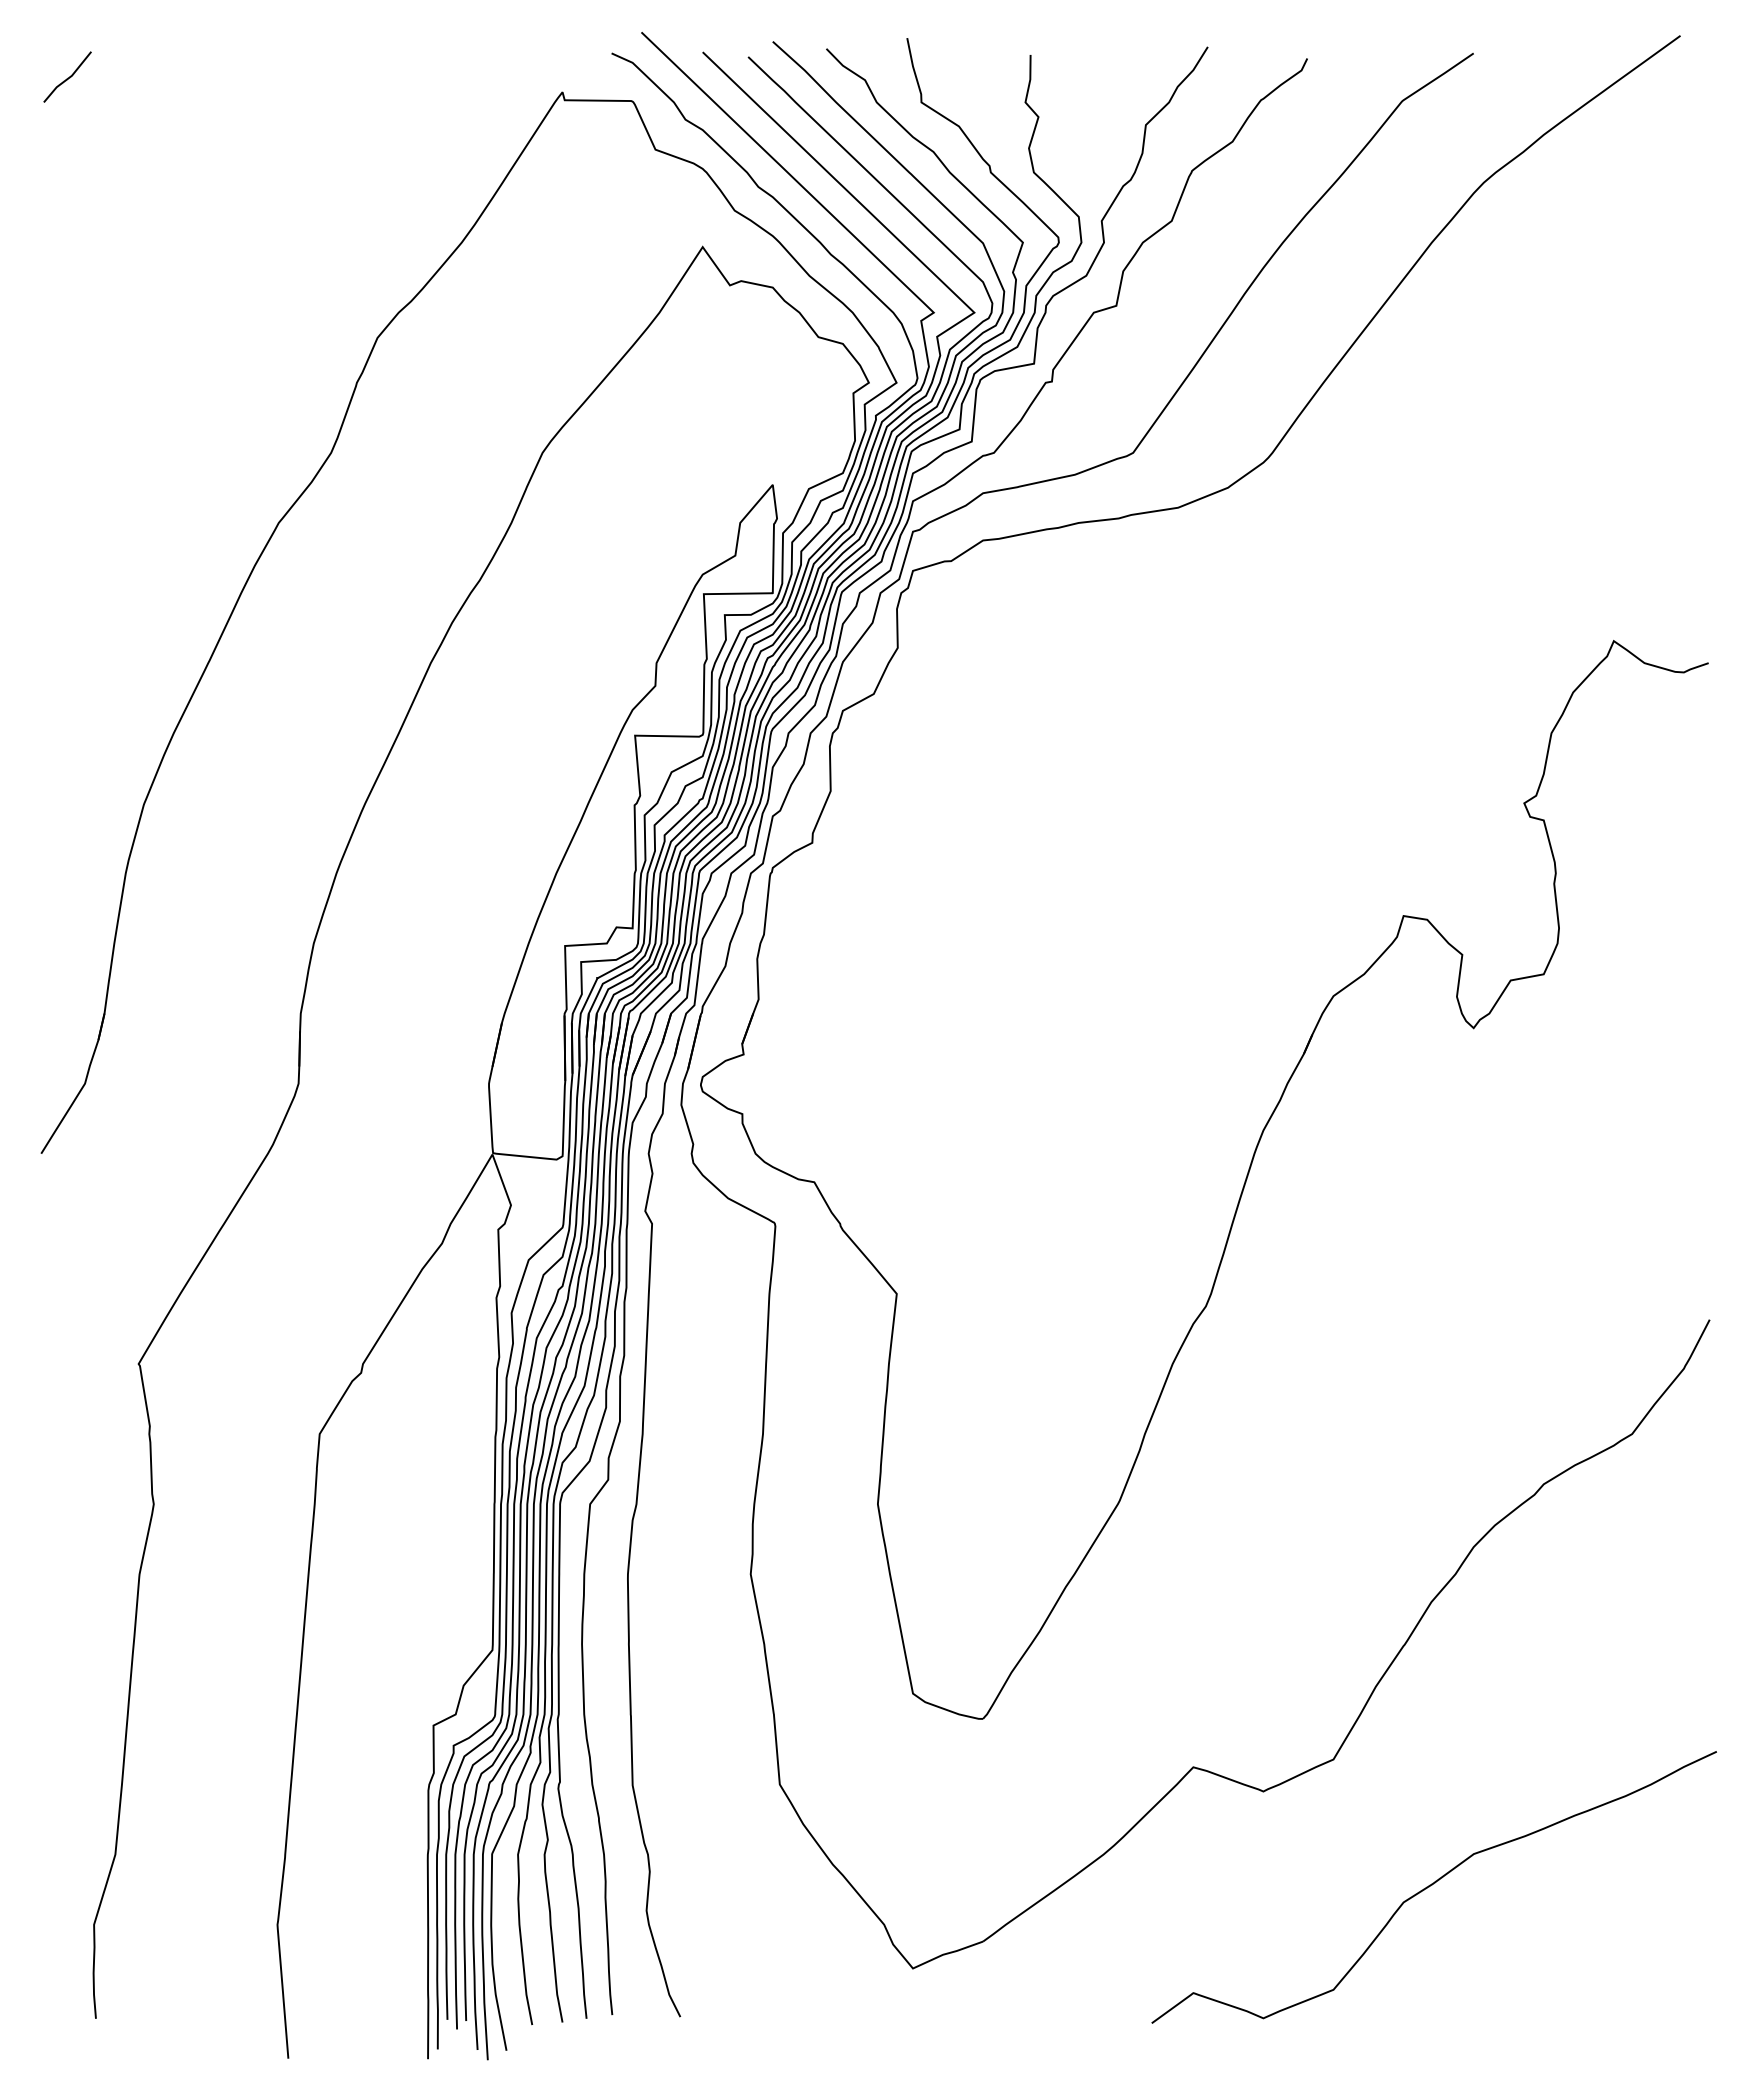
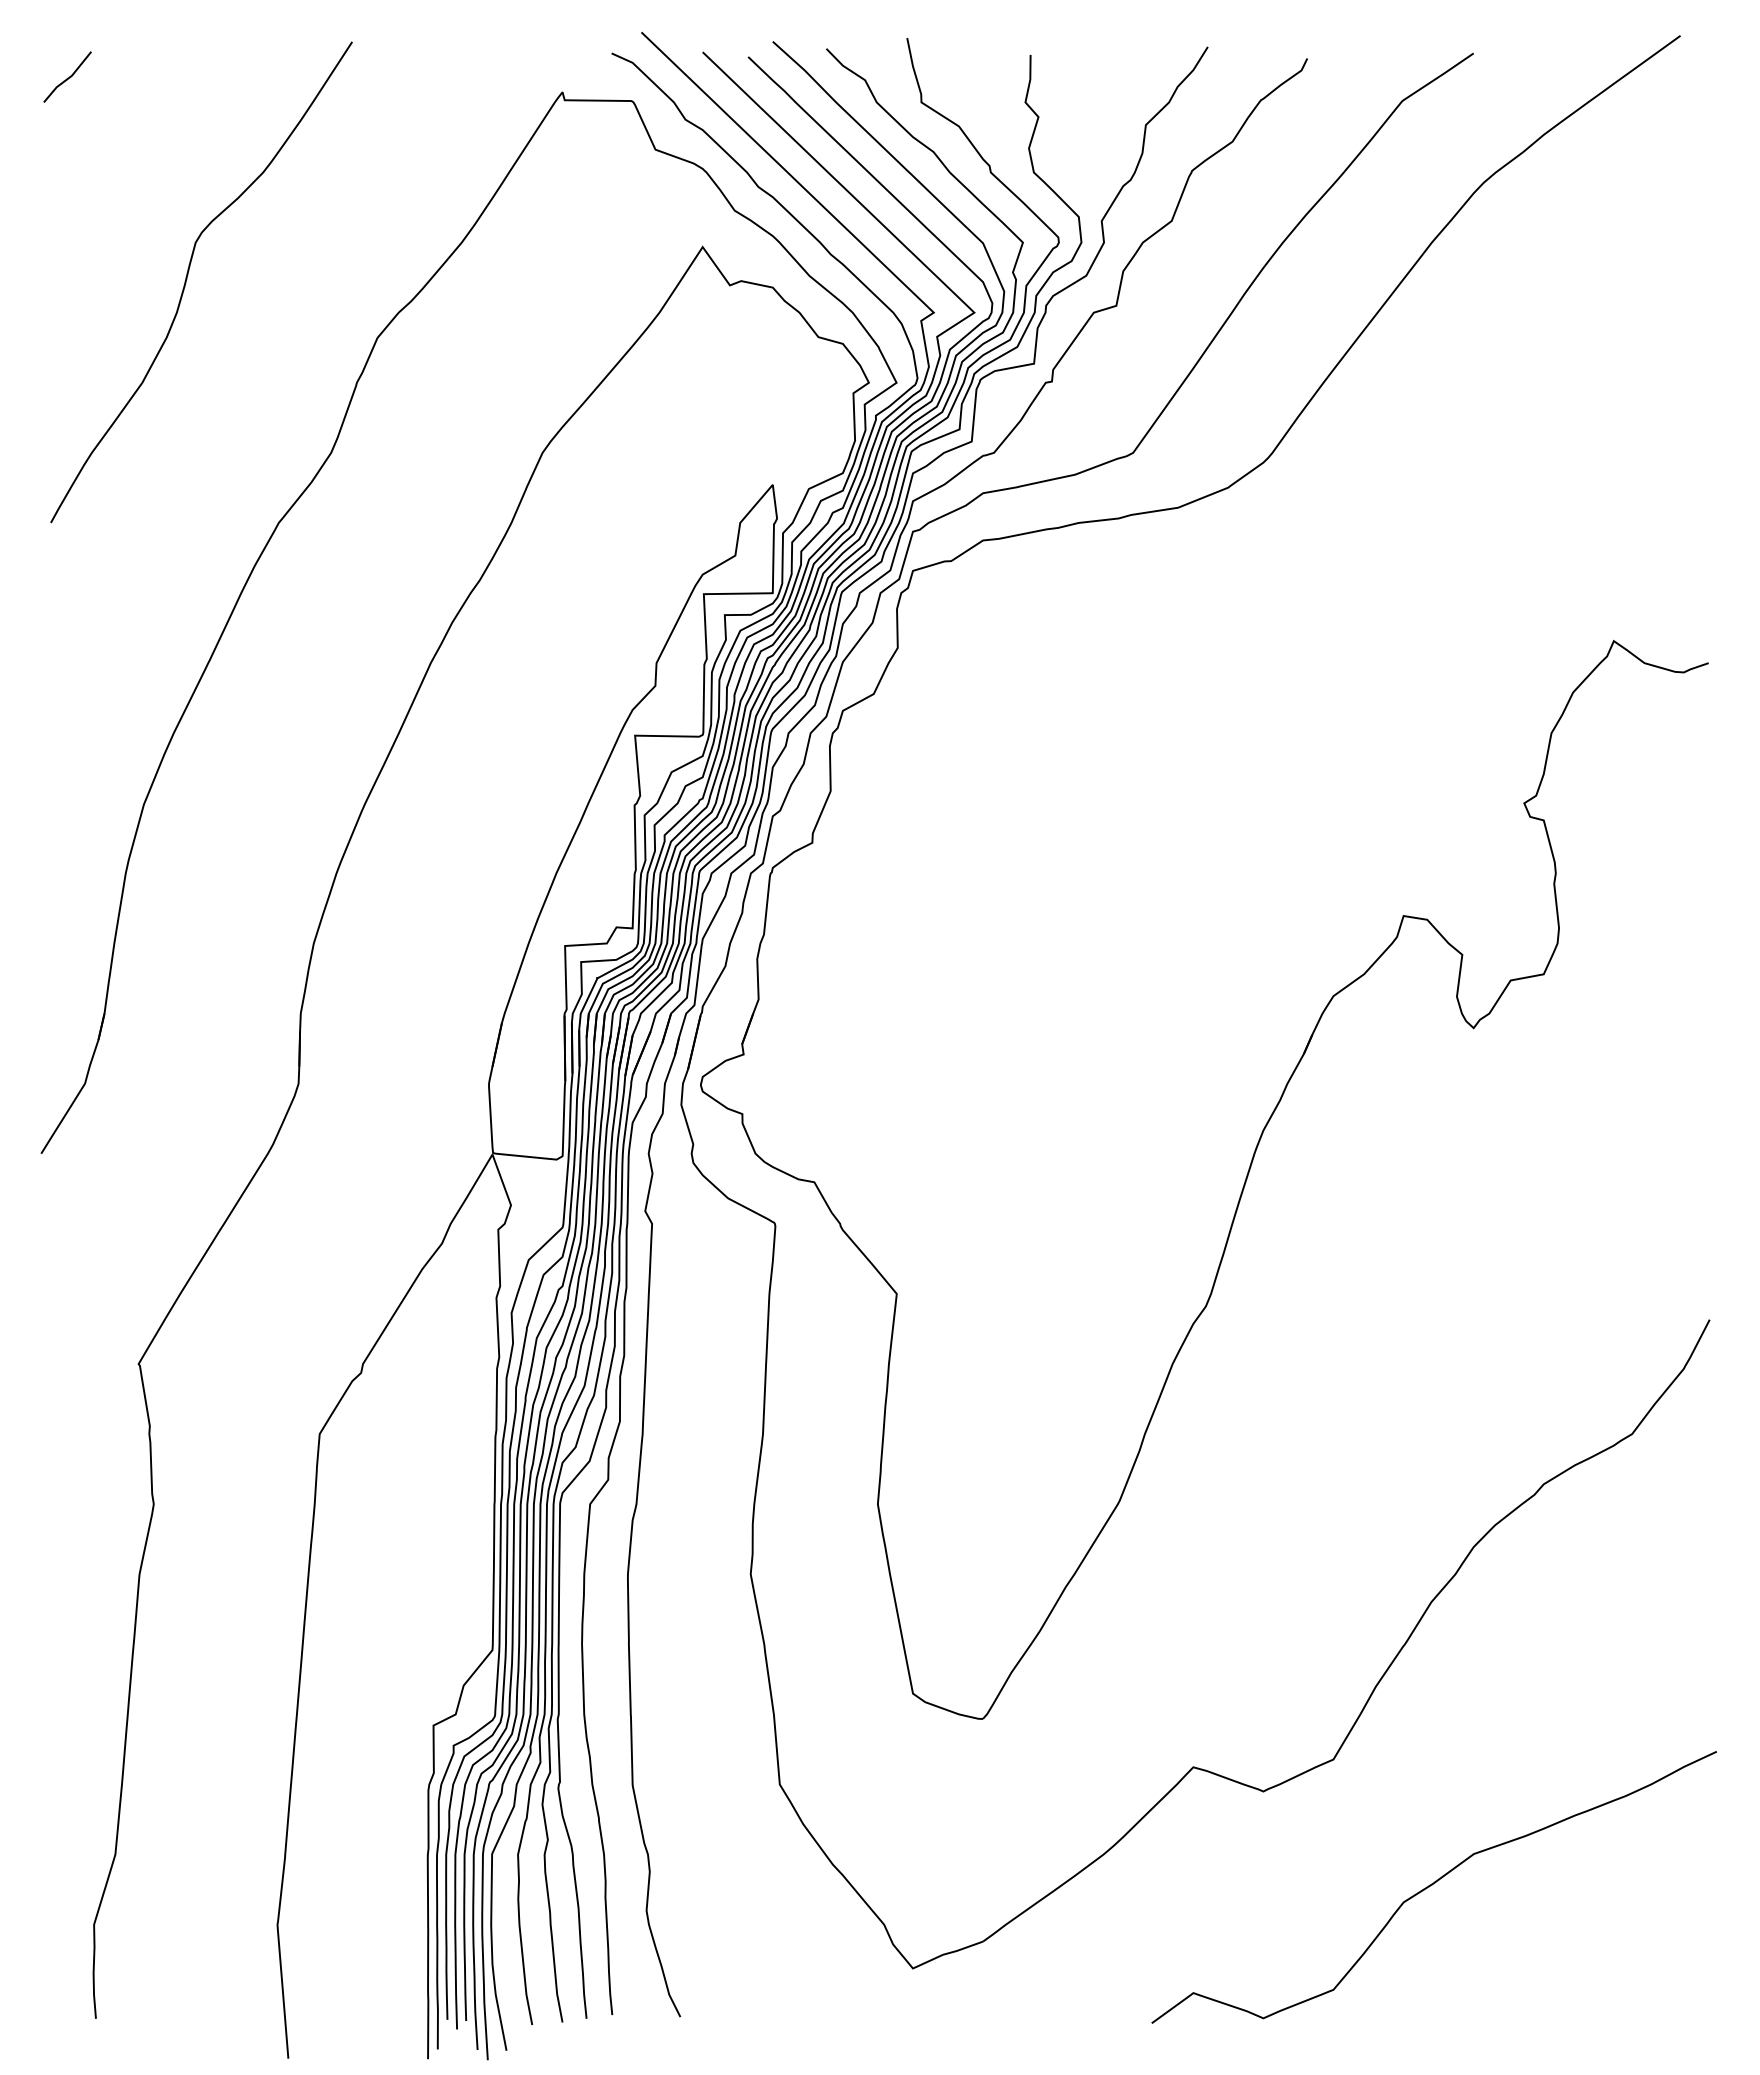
curve at (187, 279): none -> present
